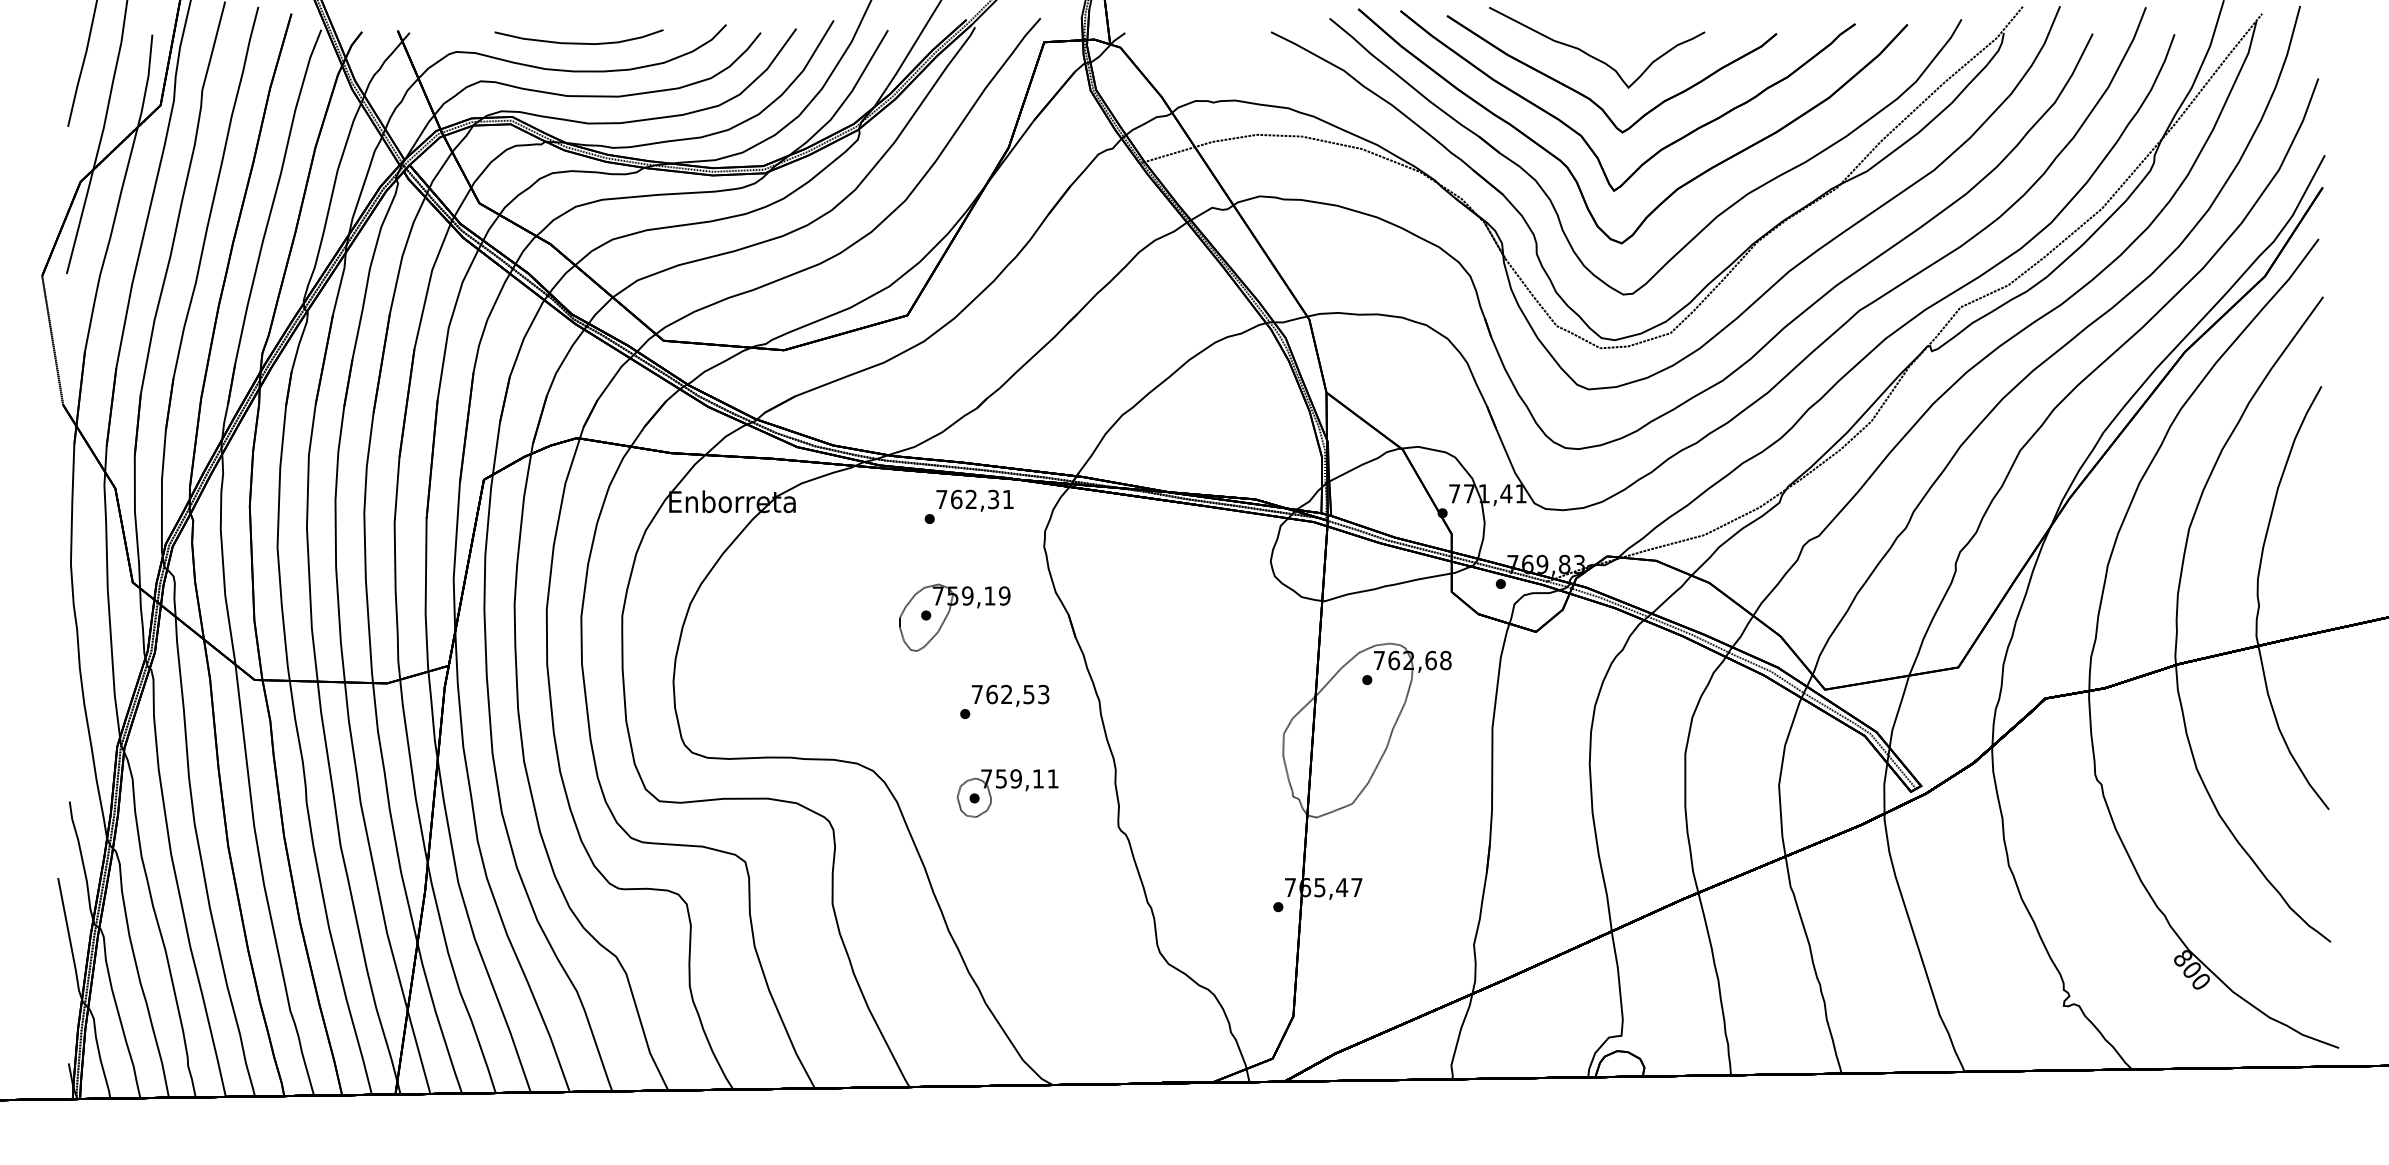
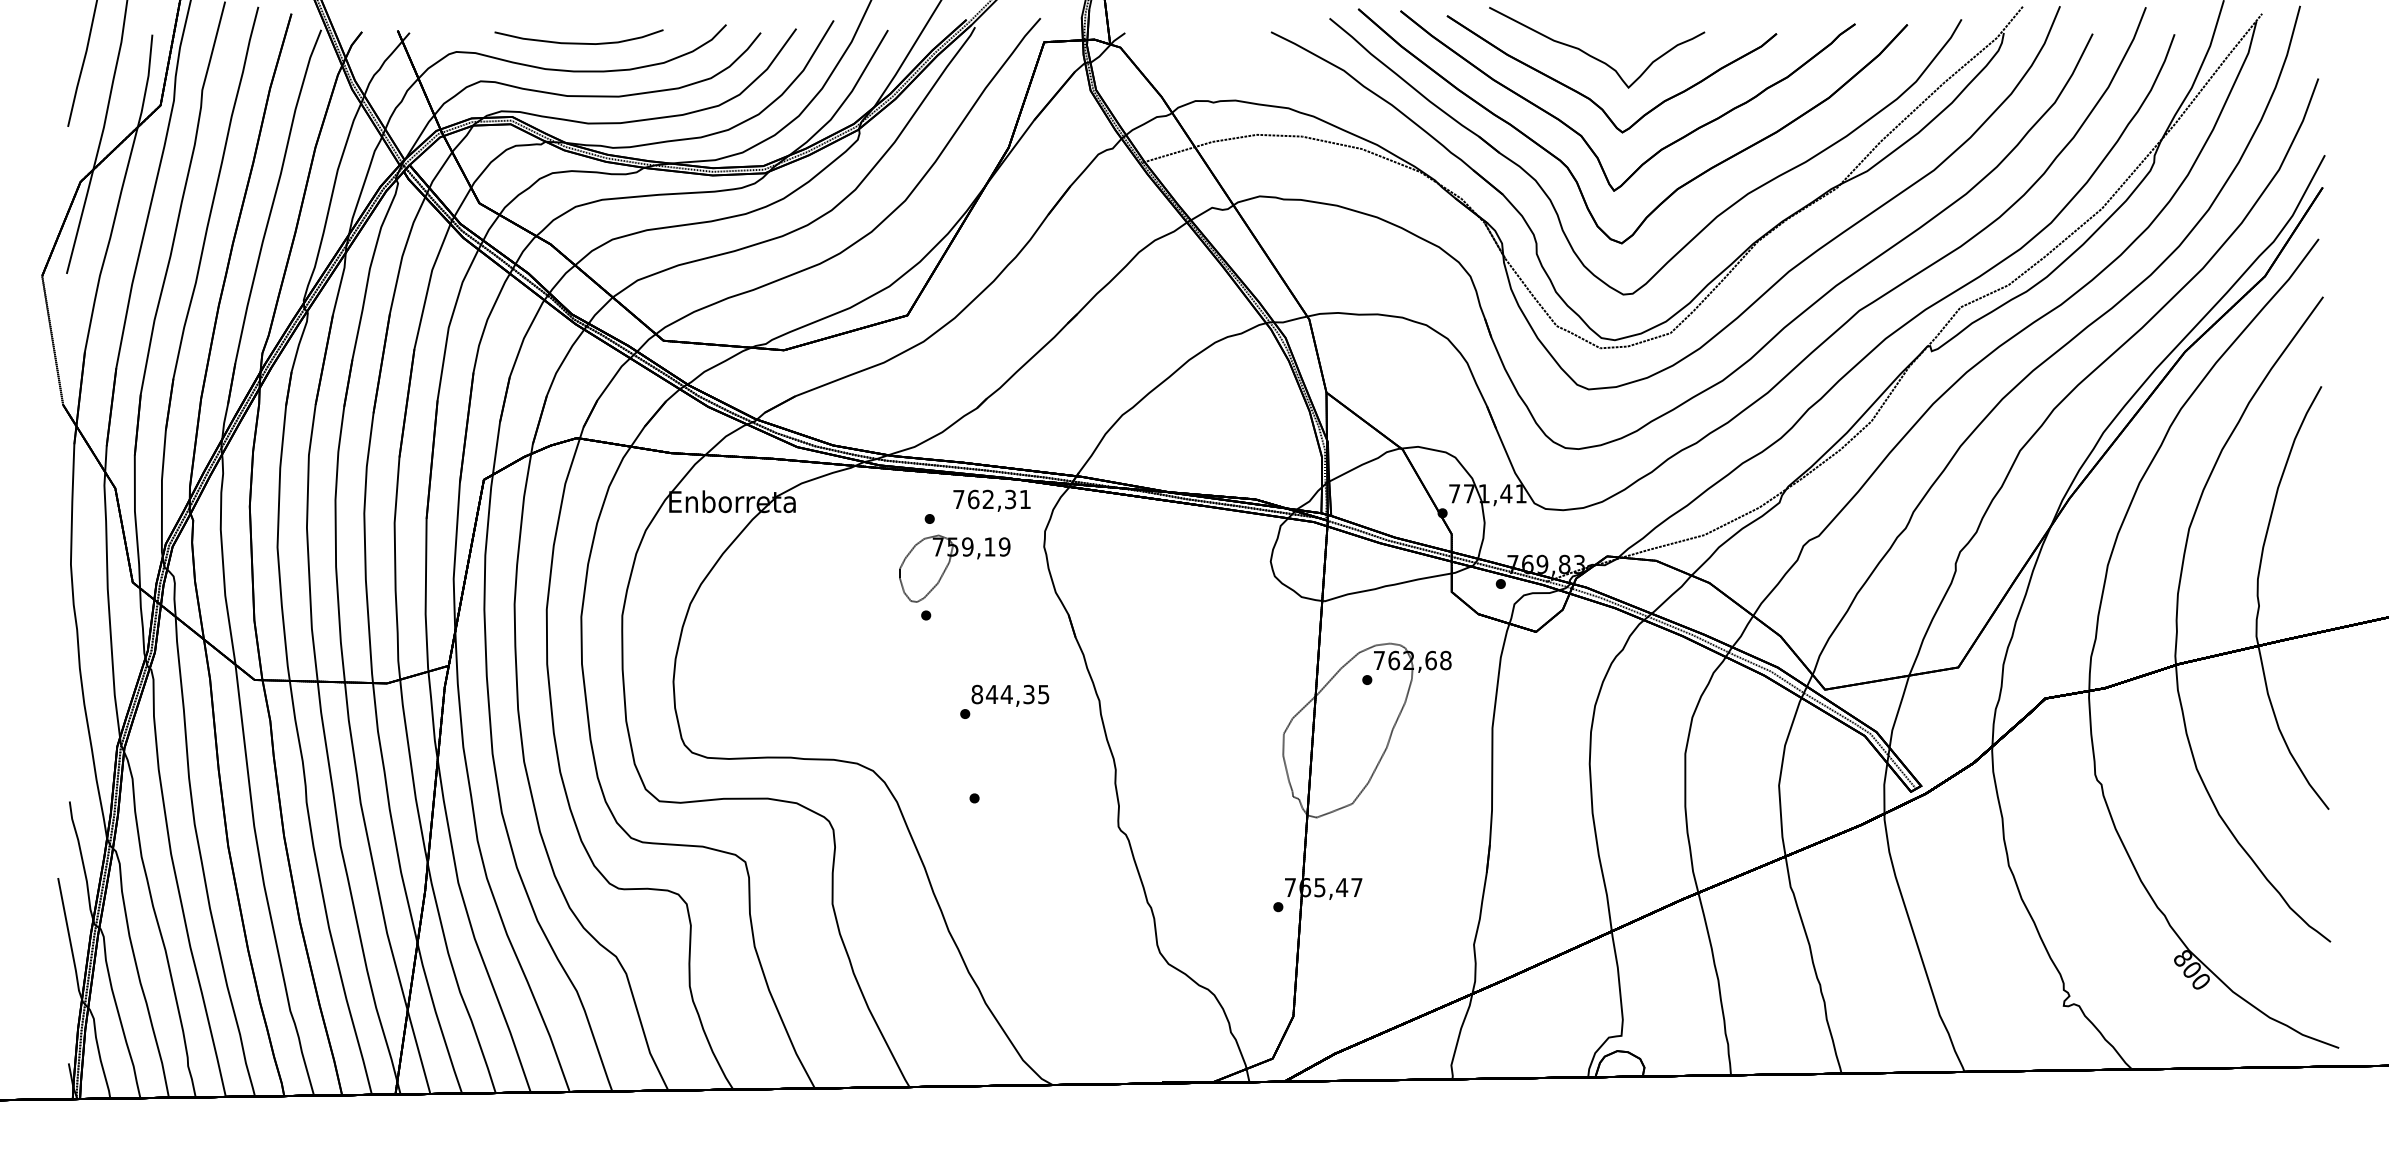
text at (974, 500) position: (974, 500) -> (991, 500)
part at (949, 613) position: (949, 613) -> (949, 564)
text at (1010, 694): 762,53 -> 844,35
part at (1004, 787): present -> none
